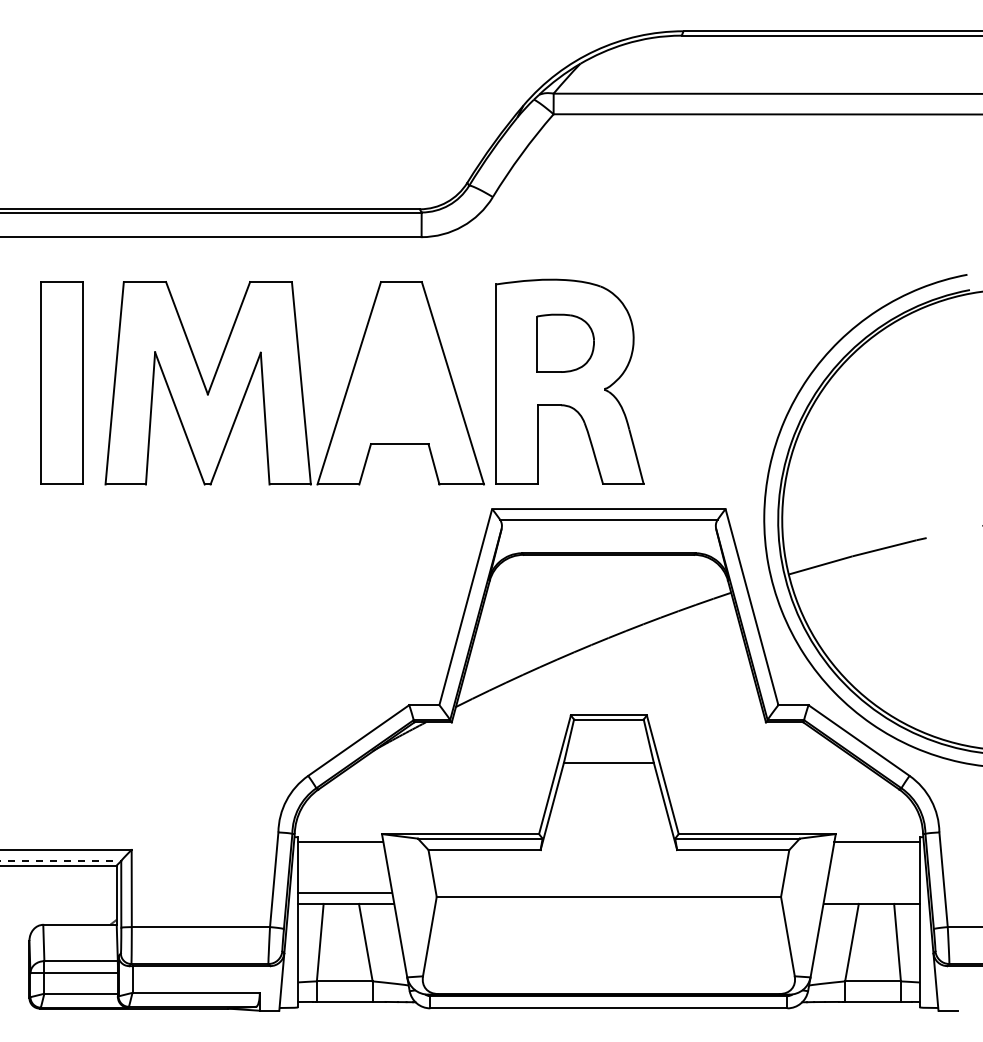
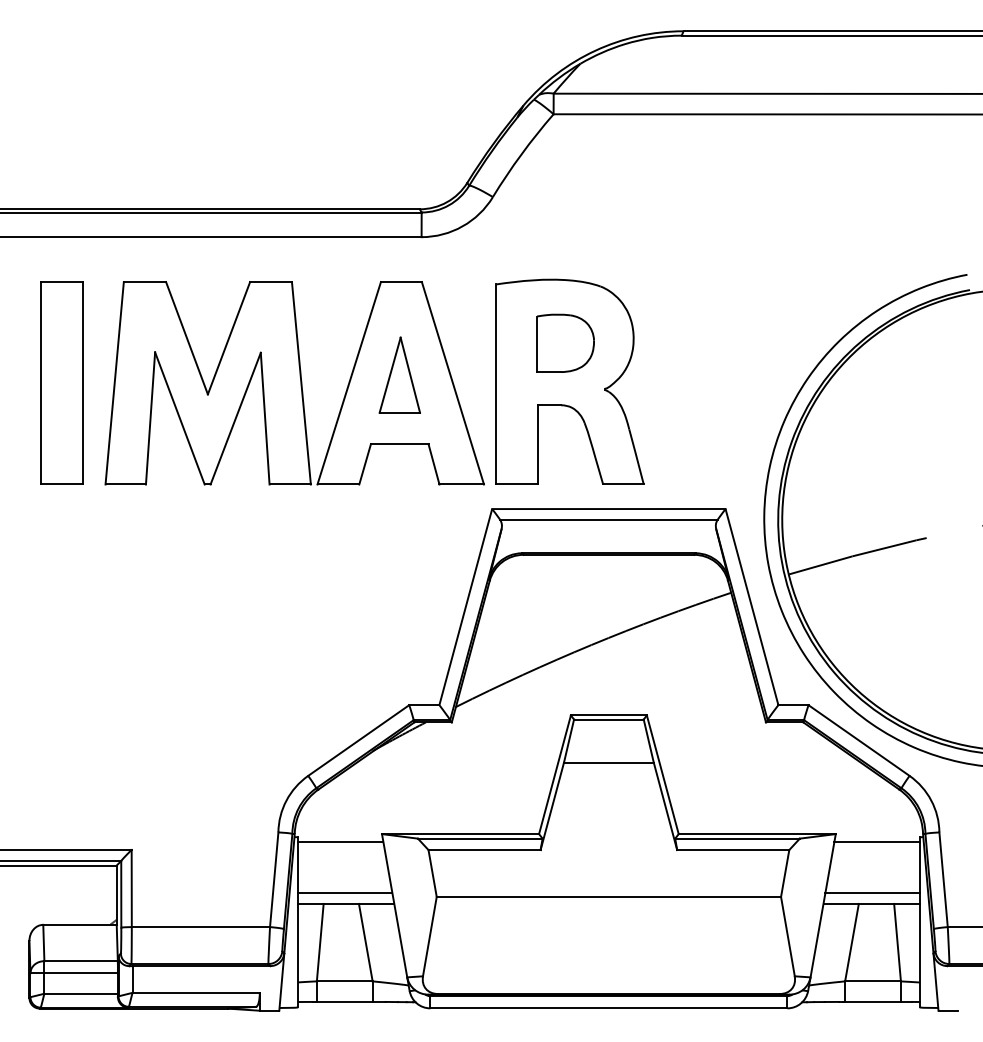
part at (399, 374): none -> present
line at (61, 860): dashed -> solid
line at (872, 893): none -> present
